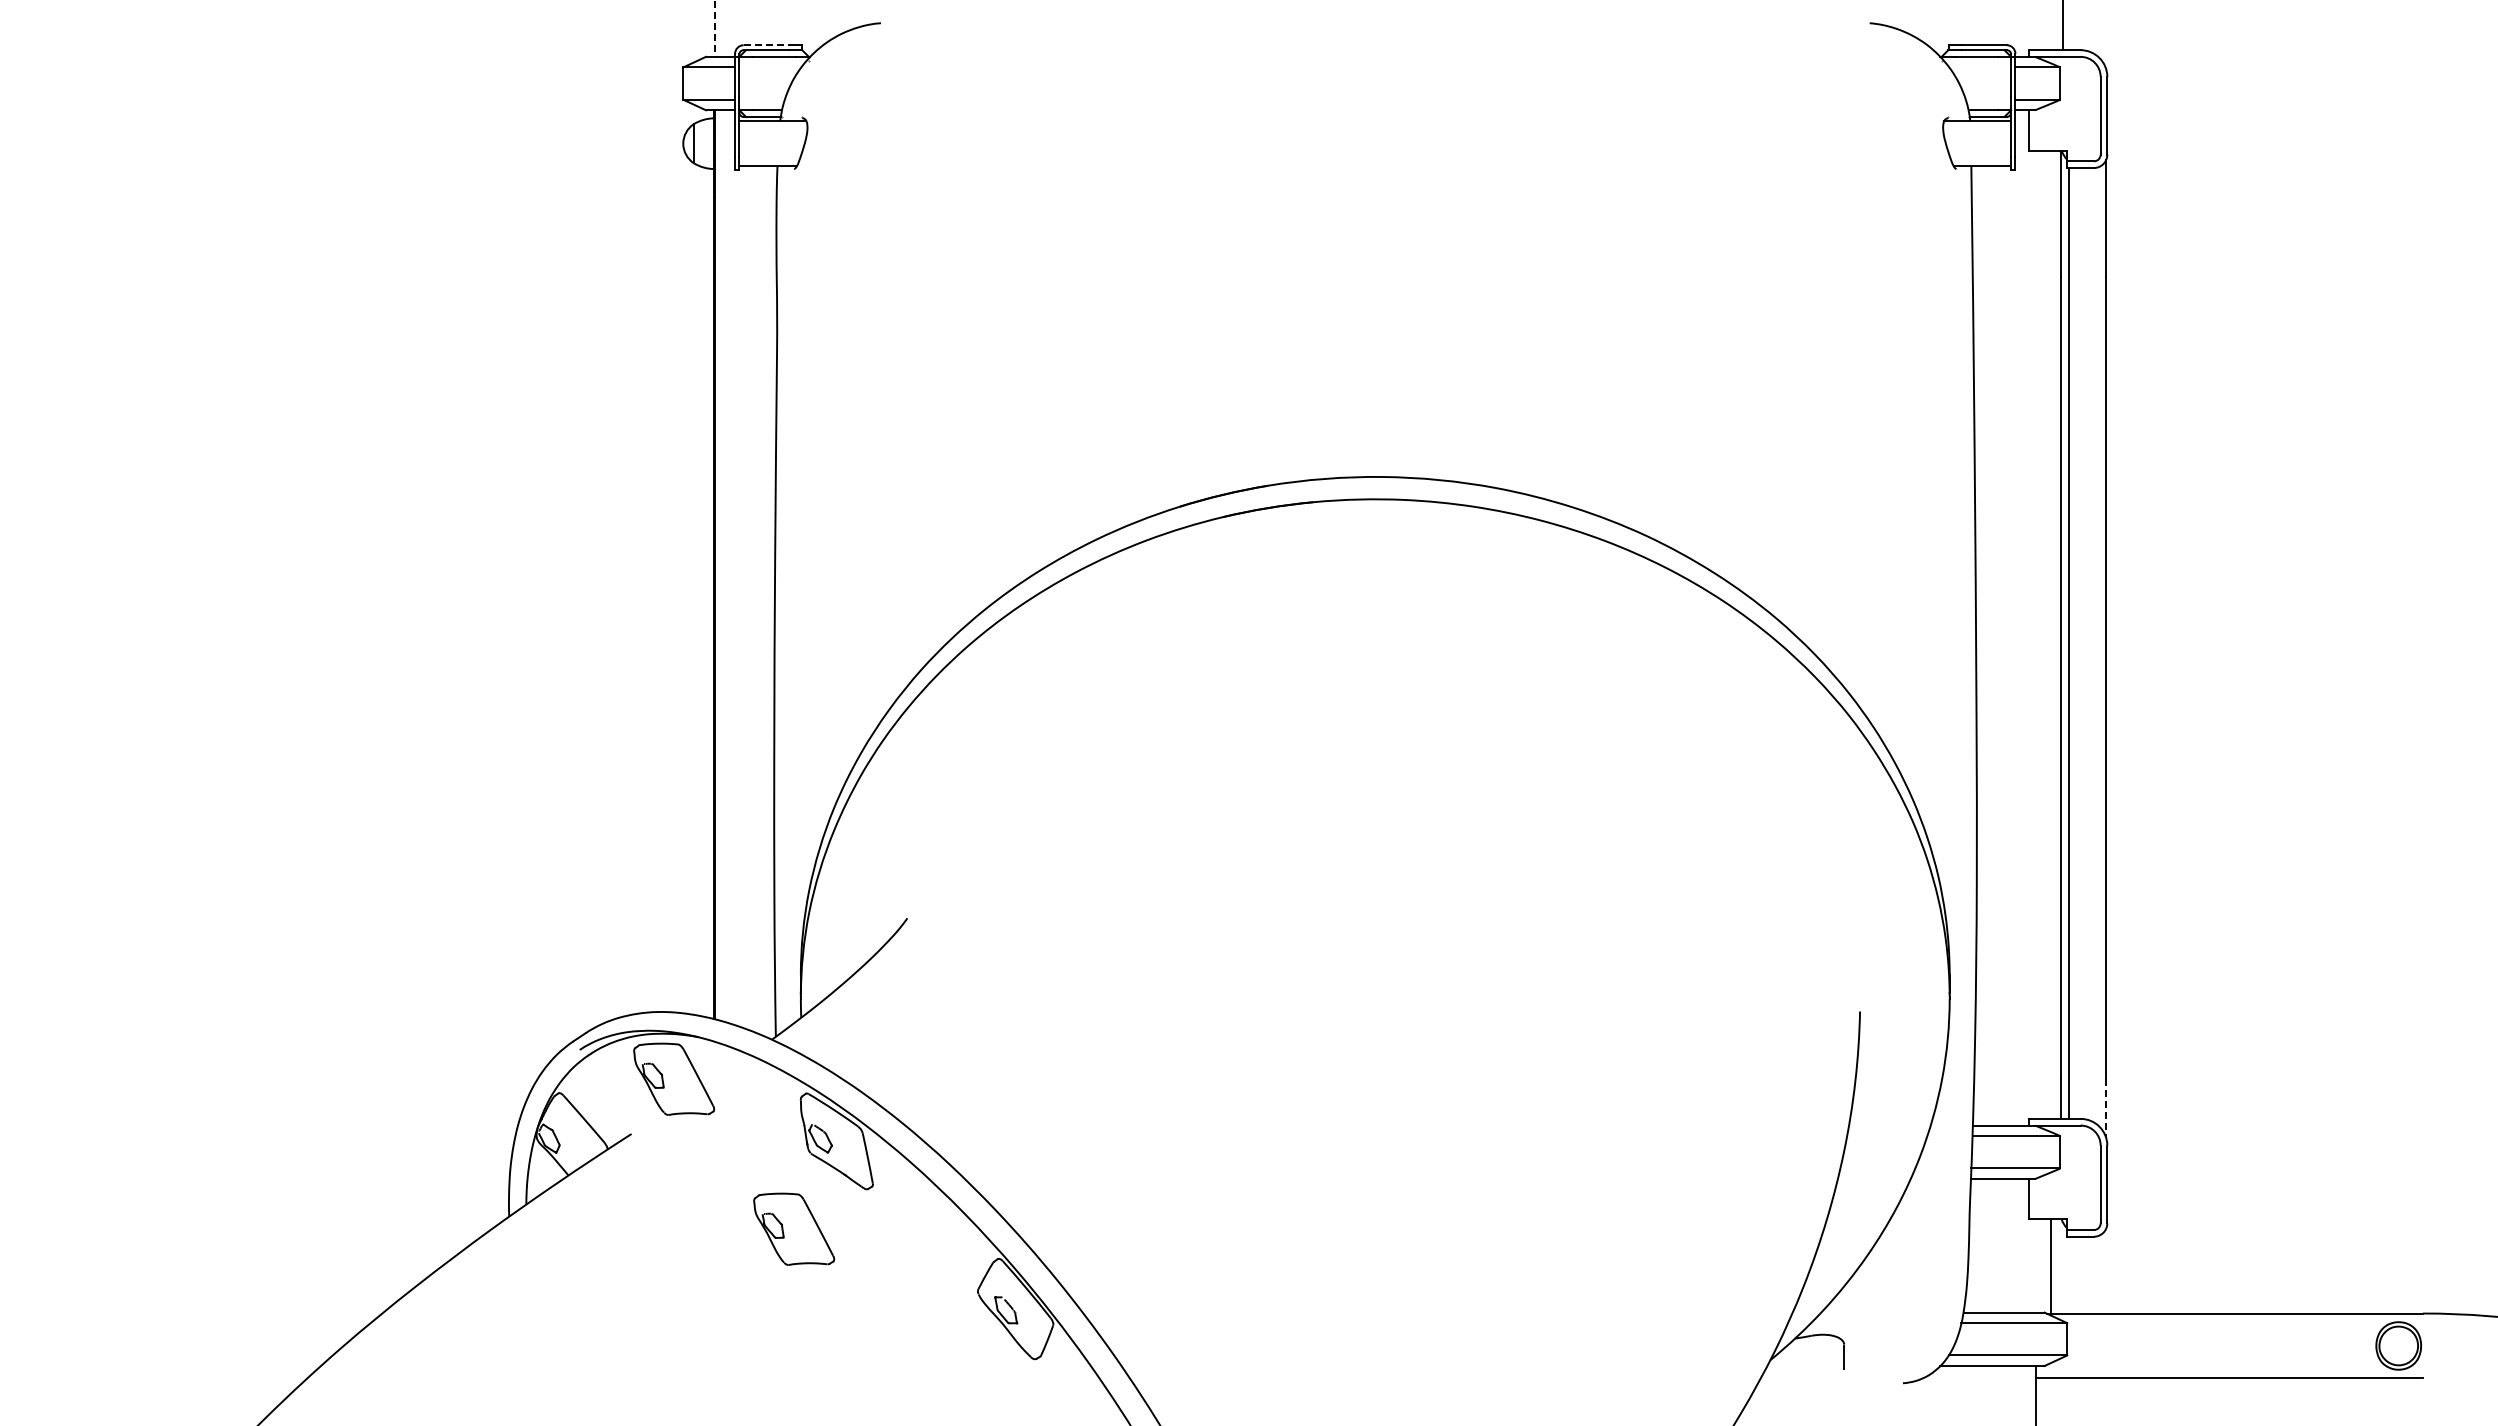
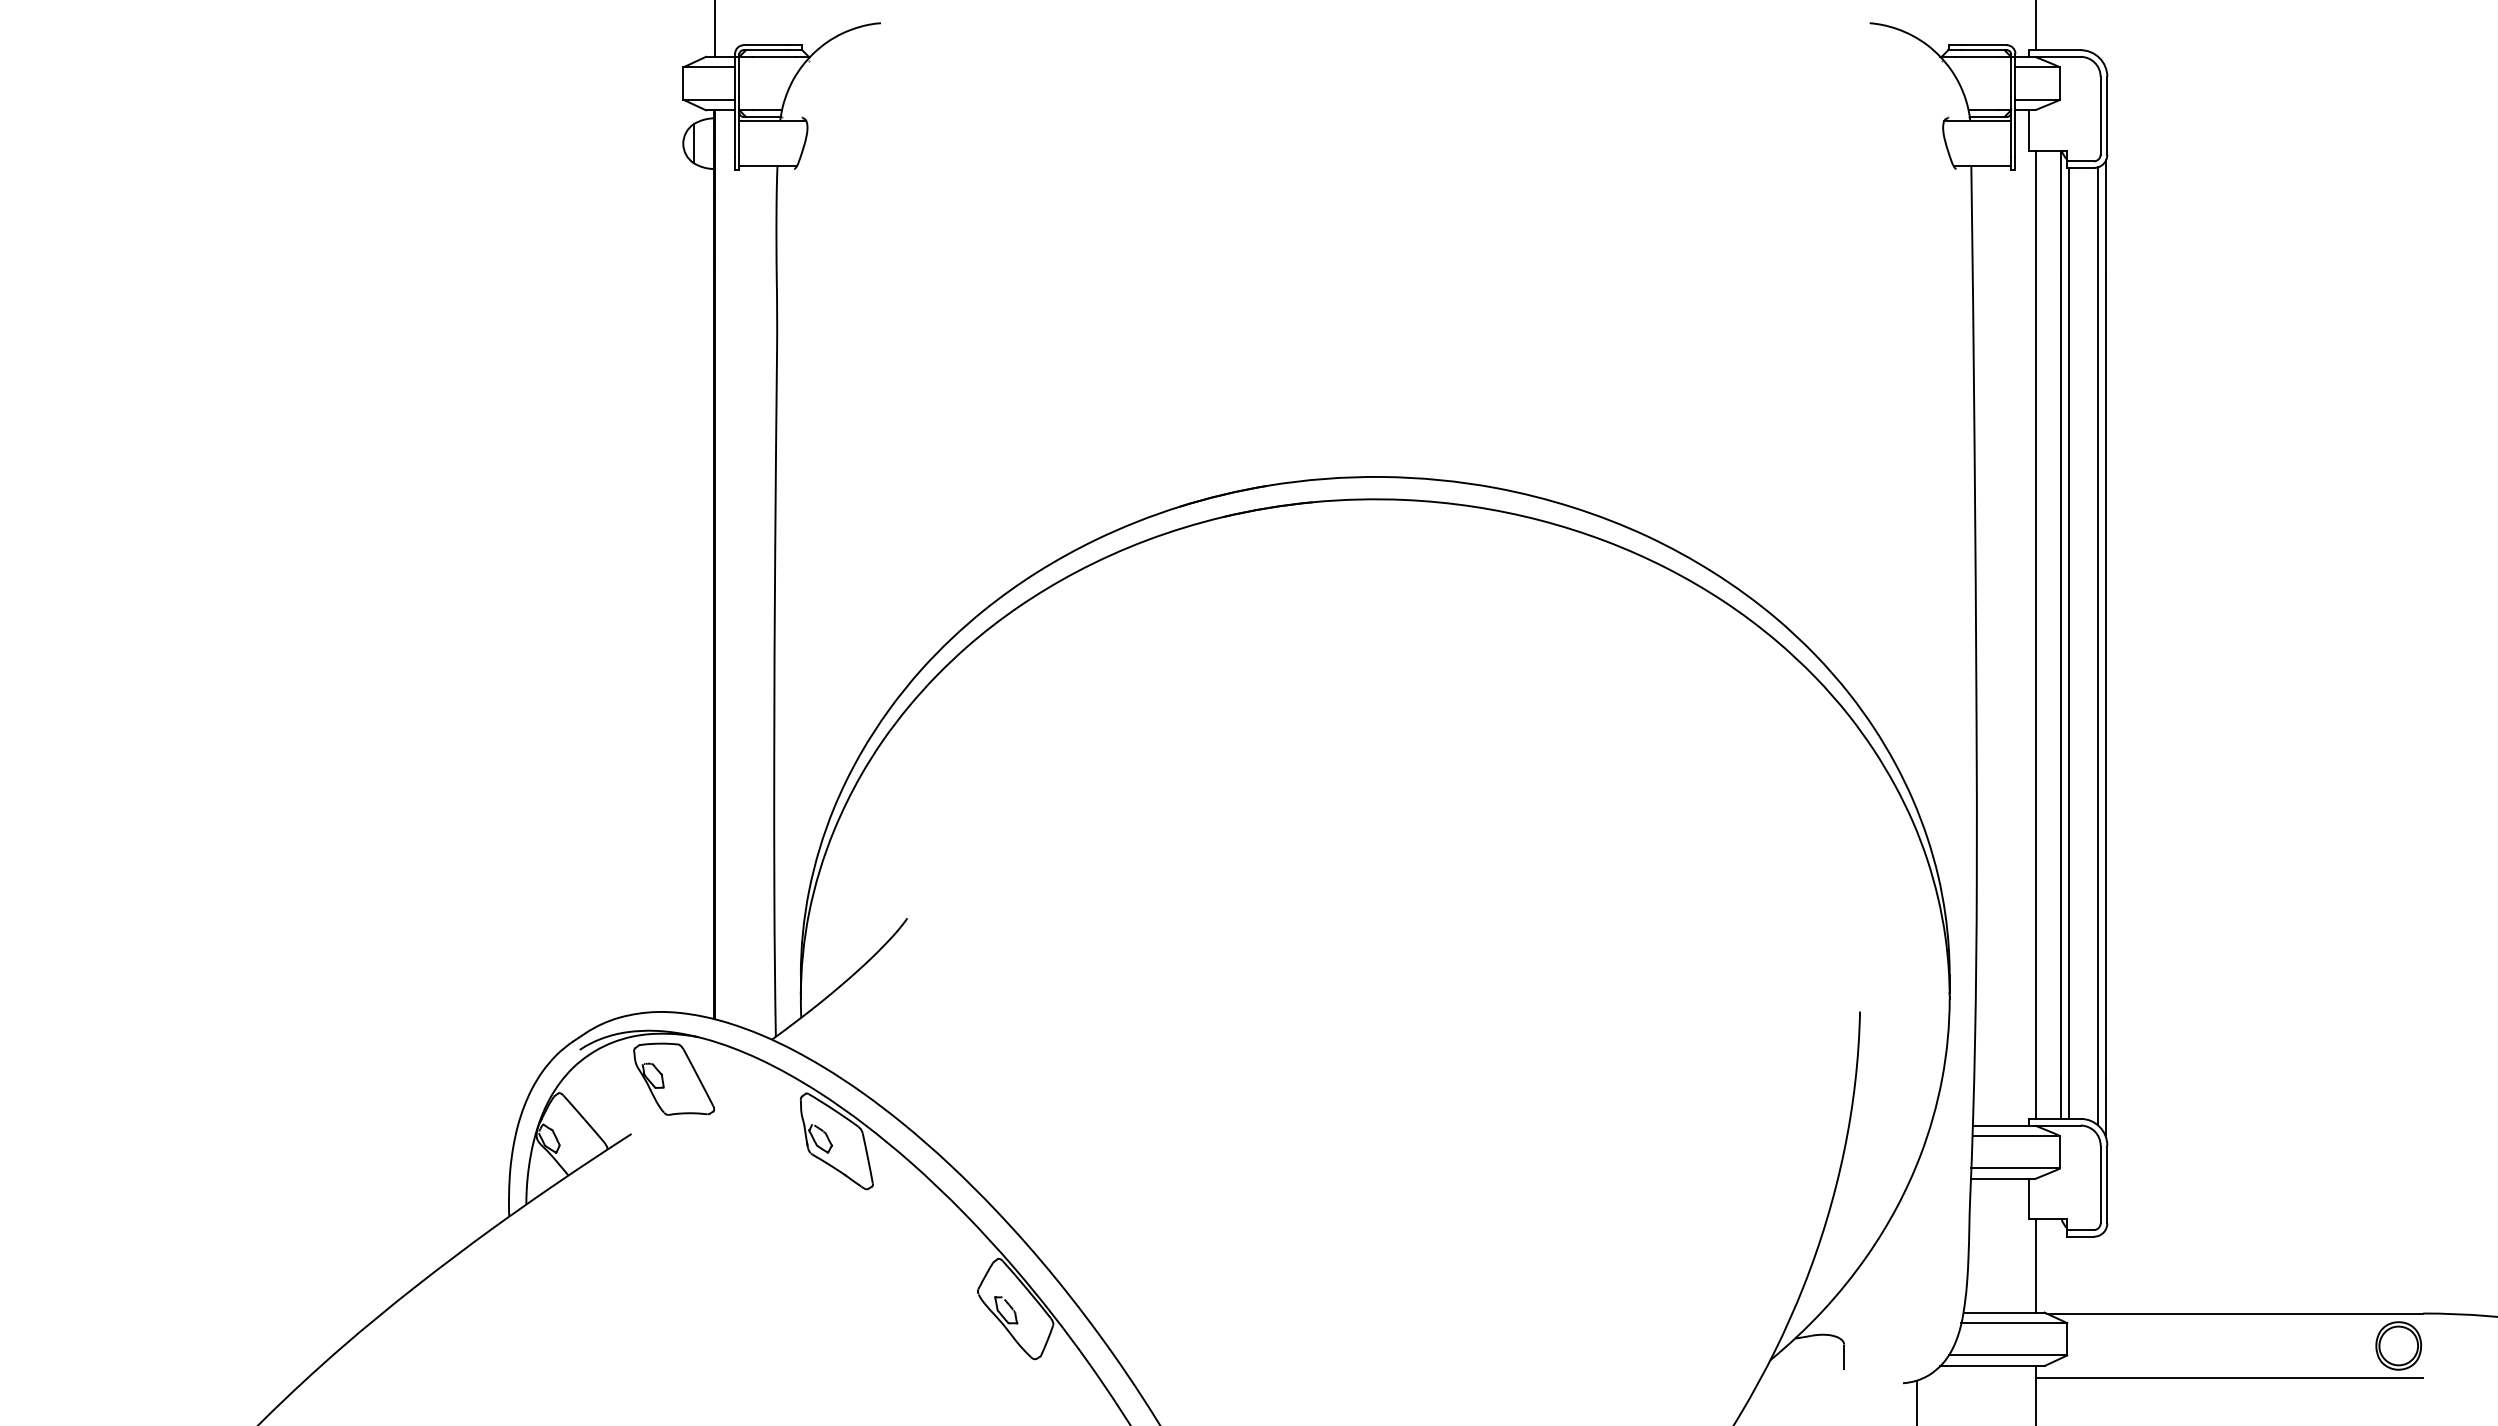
line at (2062, 26) position: (2062, 26) -> (2035, 26)
line at (714, 28): dashed -> solid
line at (766, 45): dashed -> solid
line at (2035, 634): none -> present
line at (2097, 646): none -> present
line at (2106, 1108): dashed -> solid
part at (794, 1228): present -> none
line at (2050, 1265) position: (2050, 1265) -> (2035, 1265)
line at (1916, 1401): none -> present
